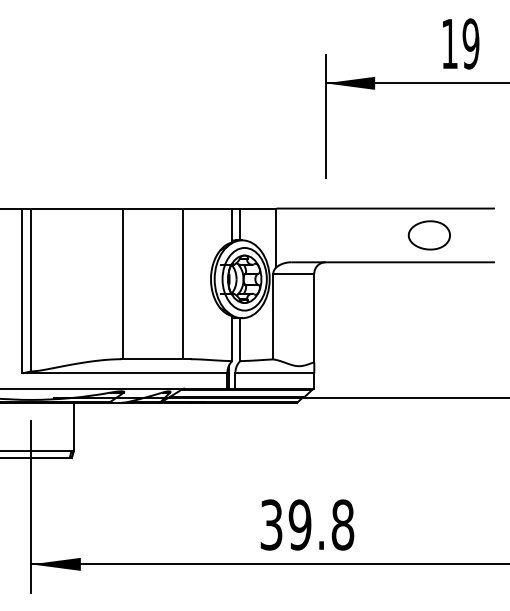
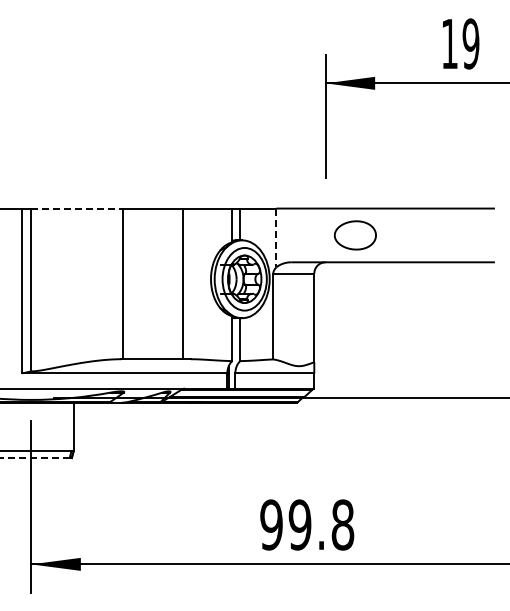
line at (77, 208): solid -> dashed
part at (428, 235) position: (428, 235) -> (354, 235)
line at (276, 238): solid -> dashed
line at (34, 458): solid -> dashed
text at (271, 524): 39.8 -> 99.8
